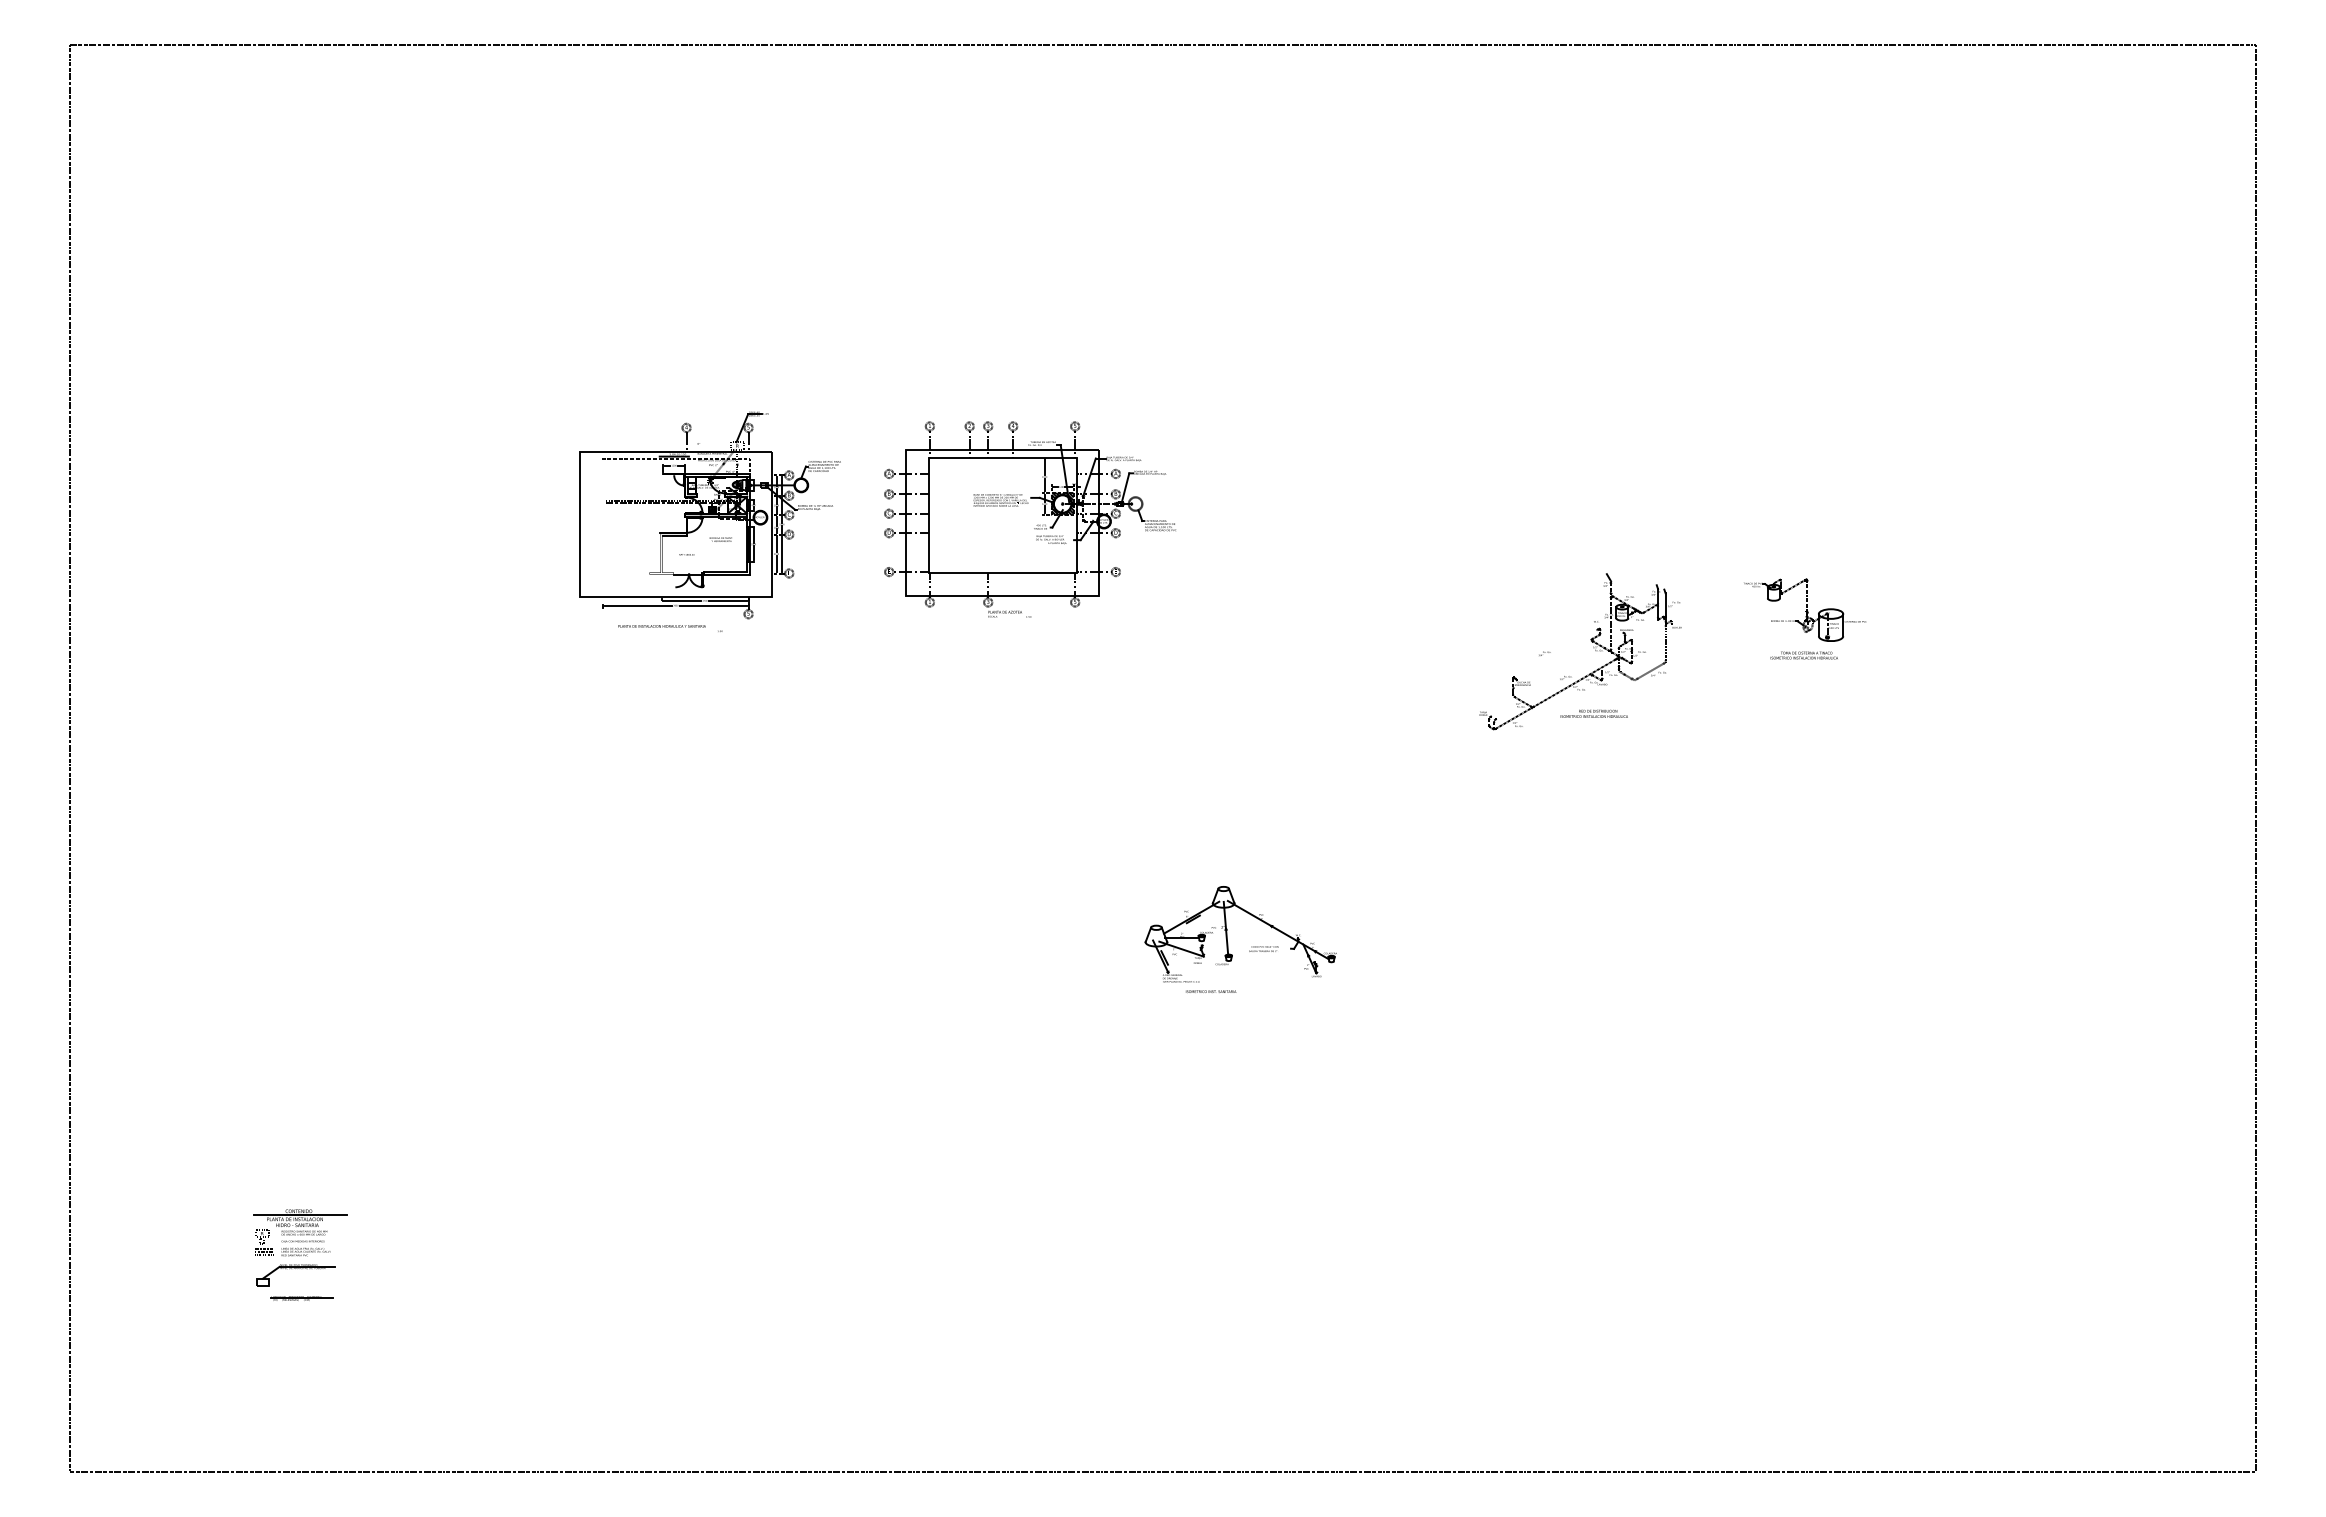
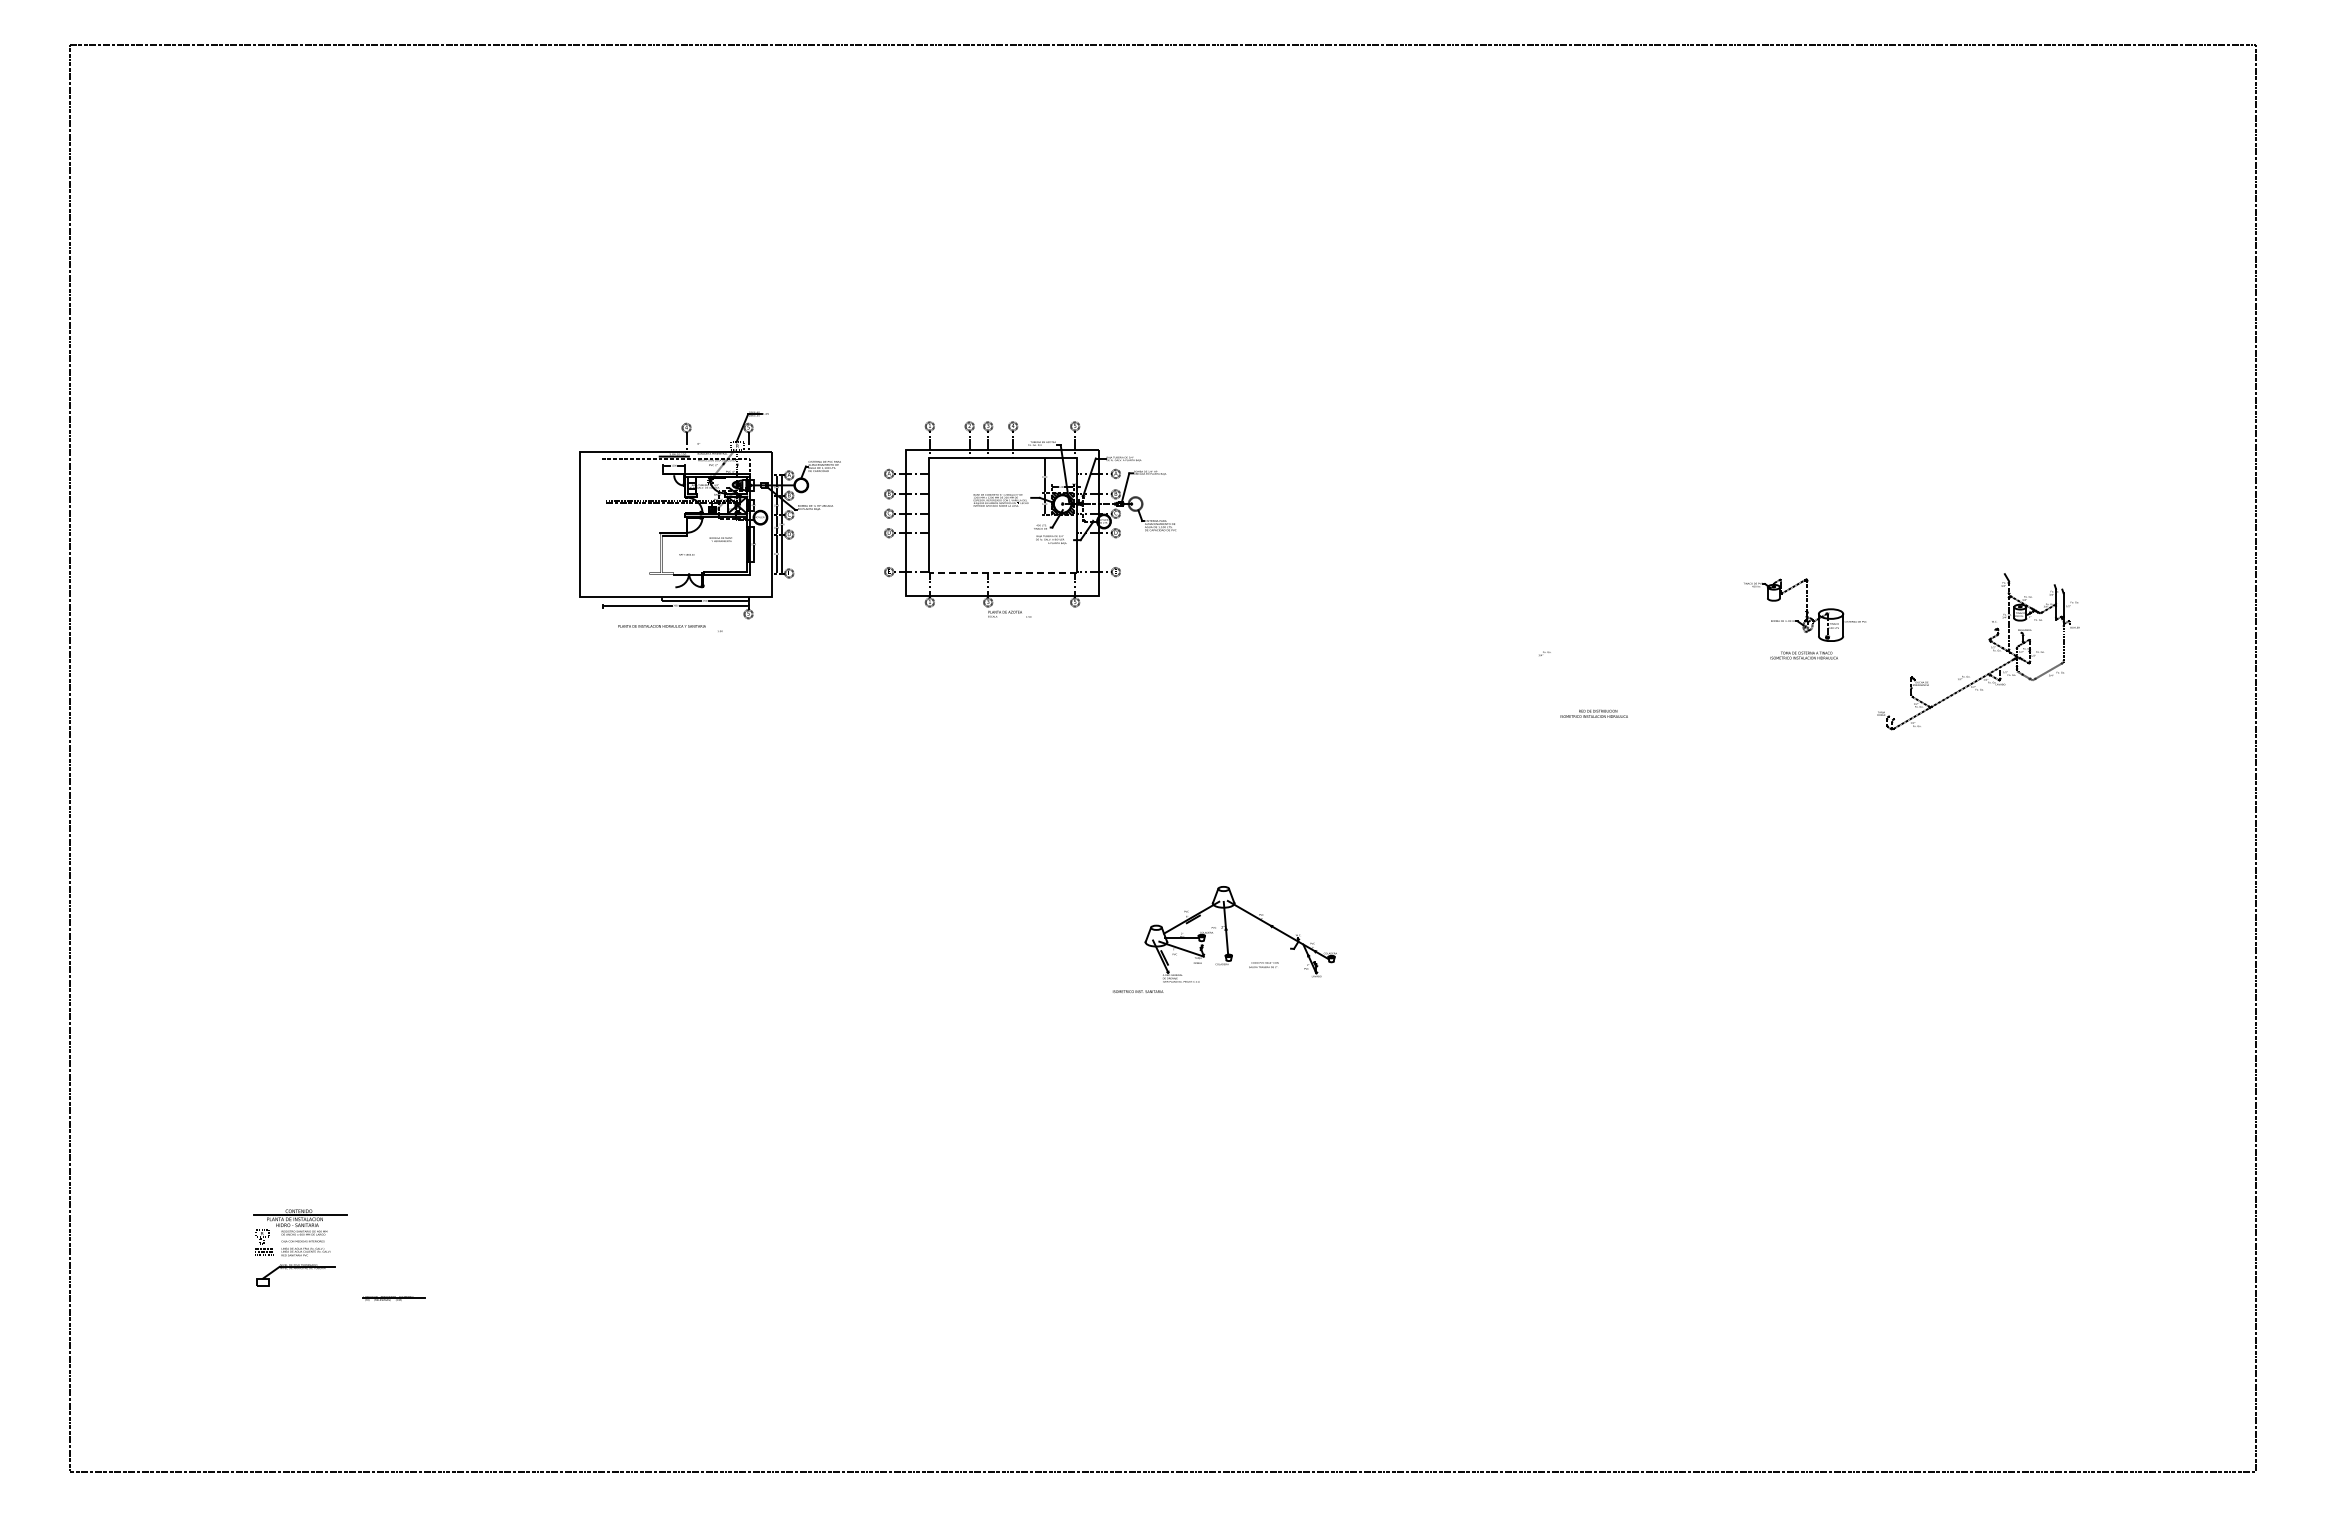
line at (1002, 573): solid -> dashed
part at (1593, 648) position: (1593, 648) -> (1991, 648)
text at (1263, 948) position: (1263, 948) -> (1263, 964)
text at (1211, 991) position: (1211, 991) -> (1138, 991)
line at (301, 1298) position: (301, 1298) -> (393, 1298)
